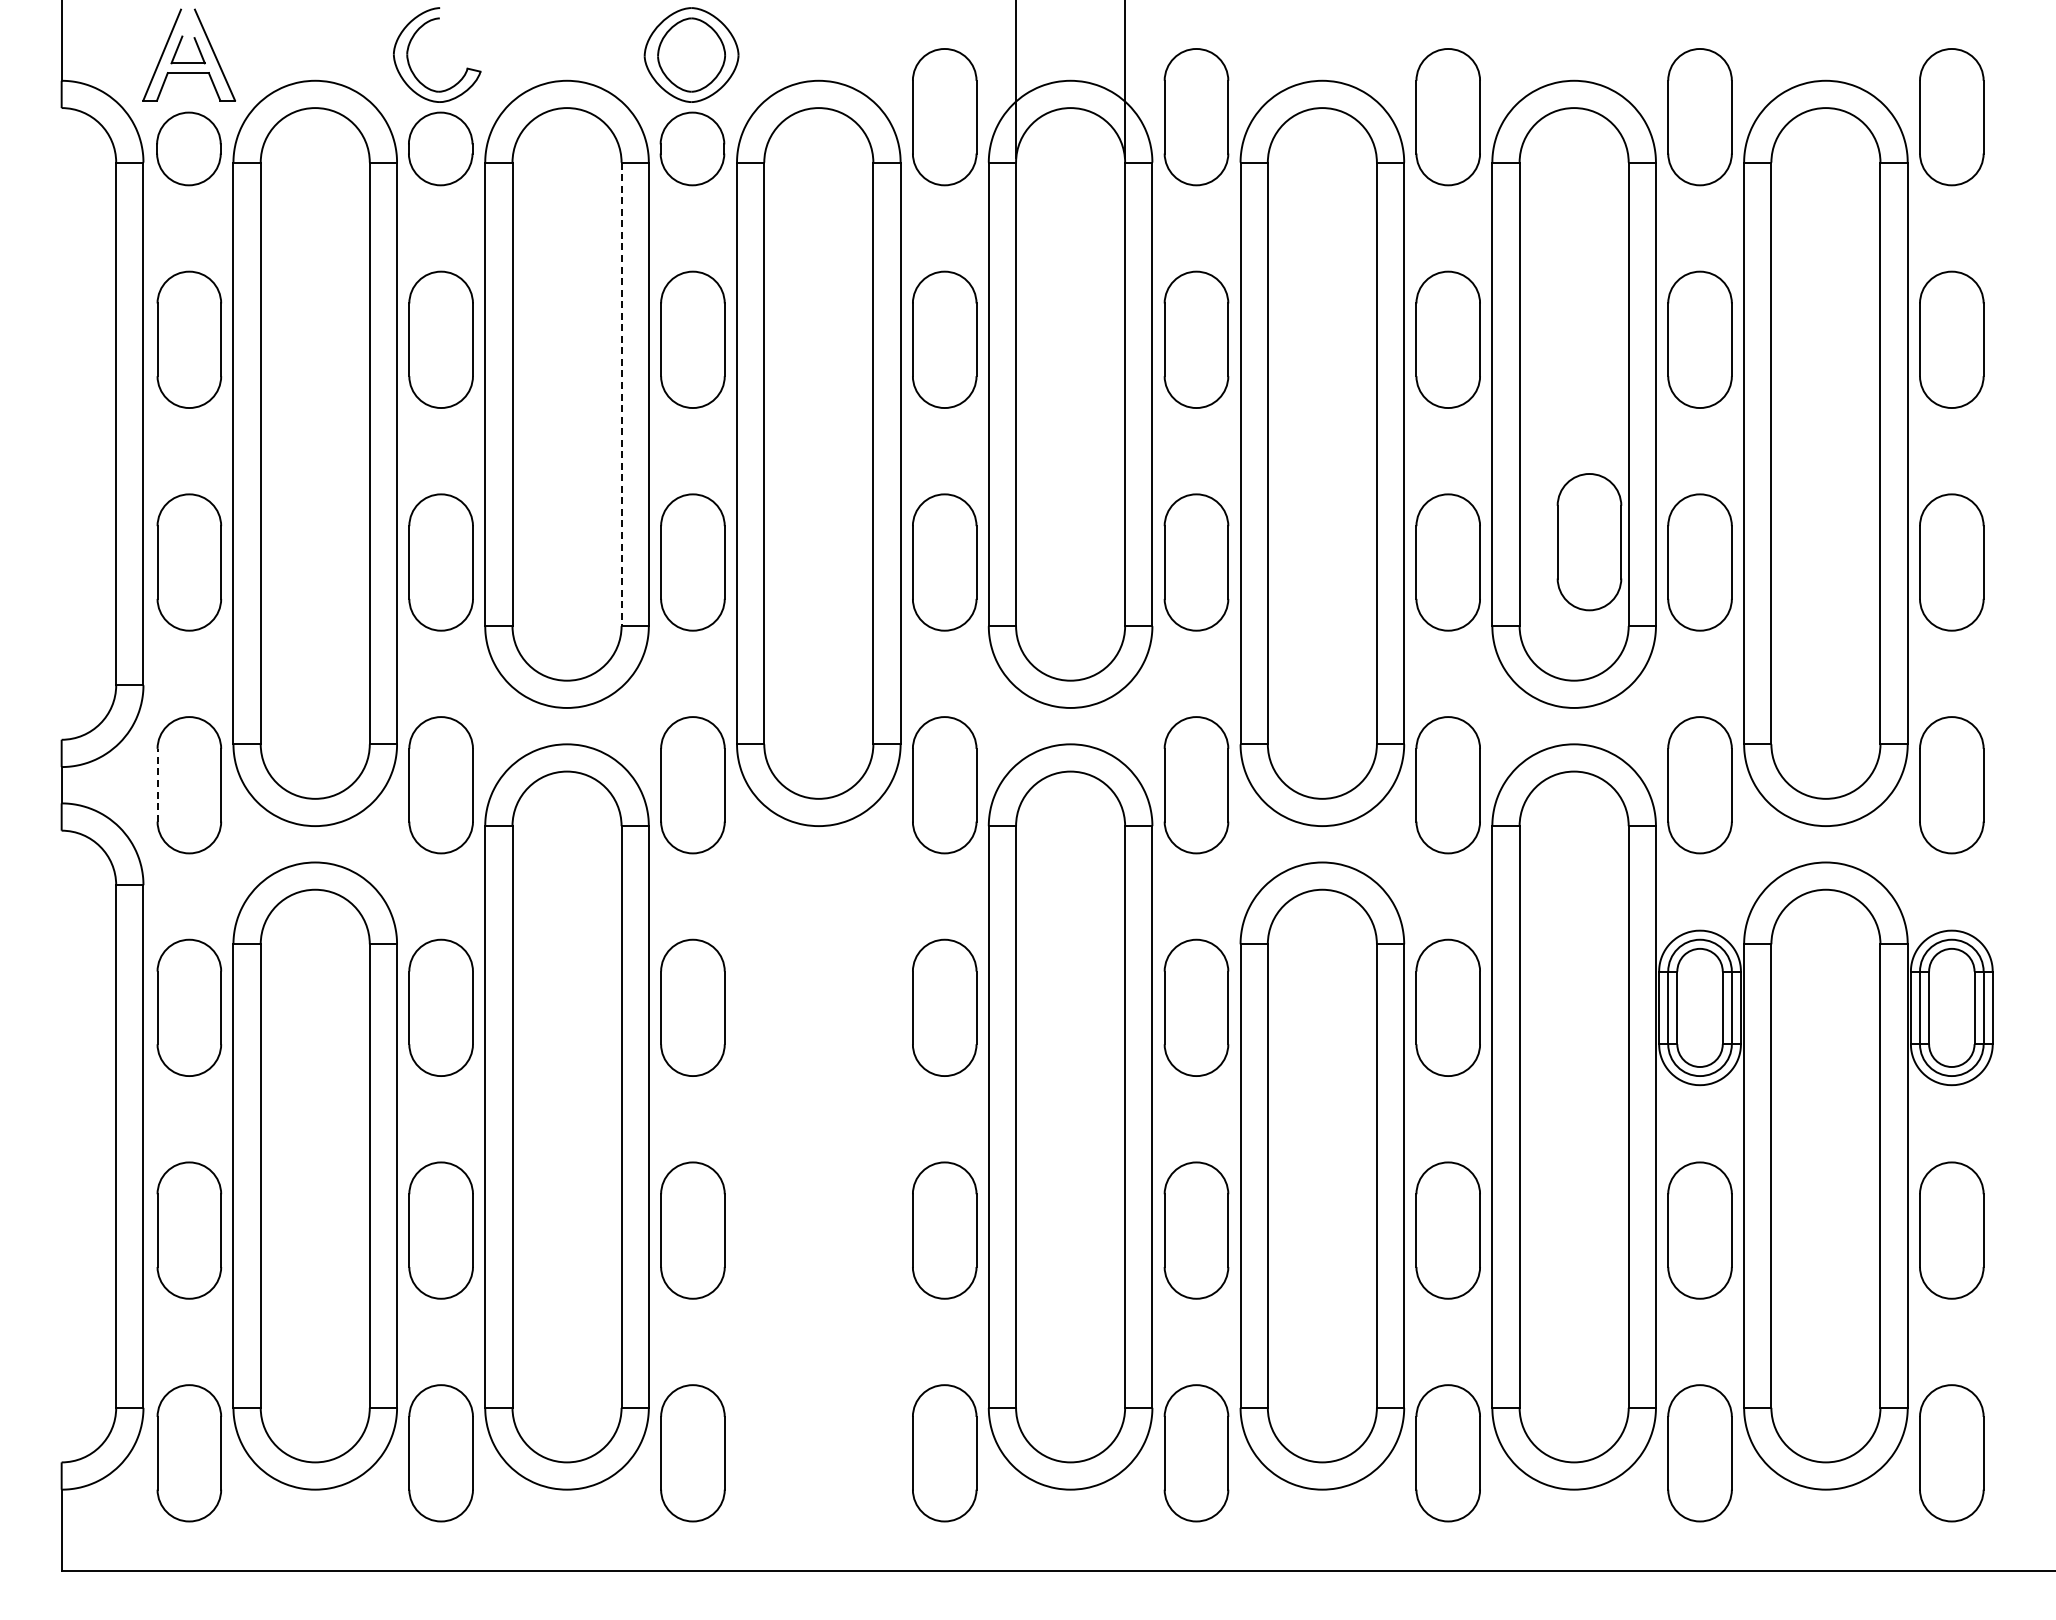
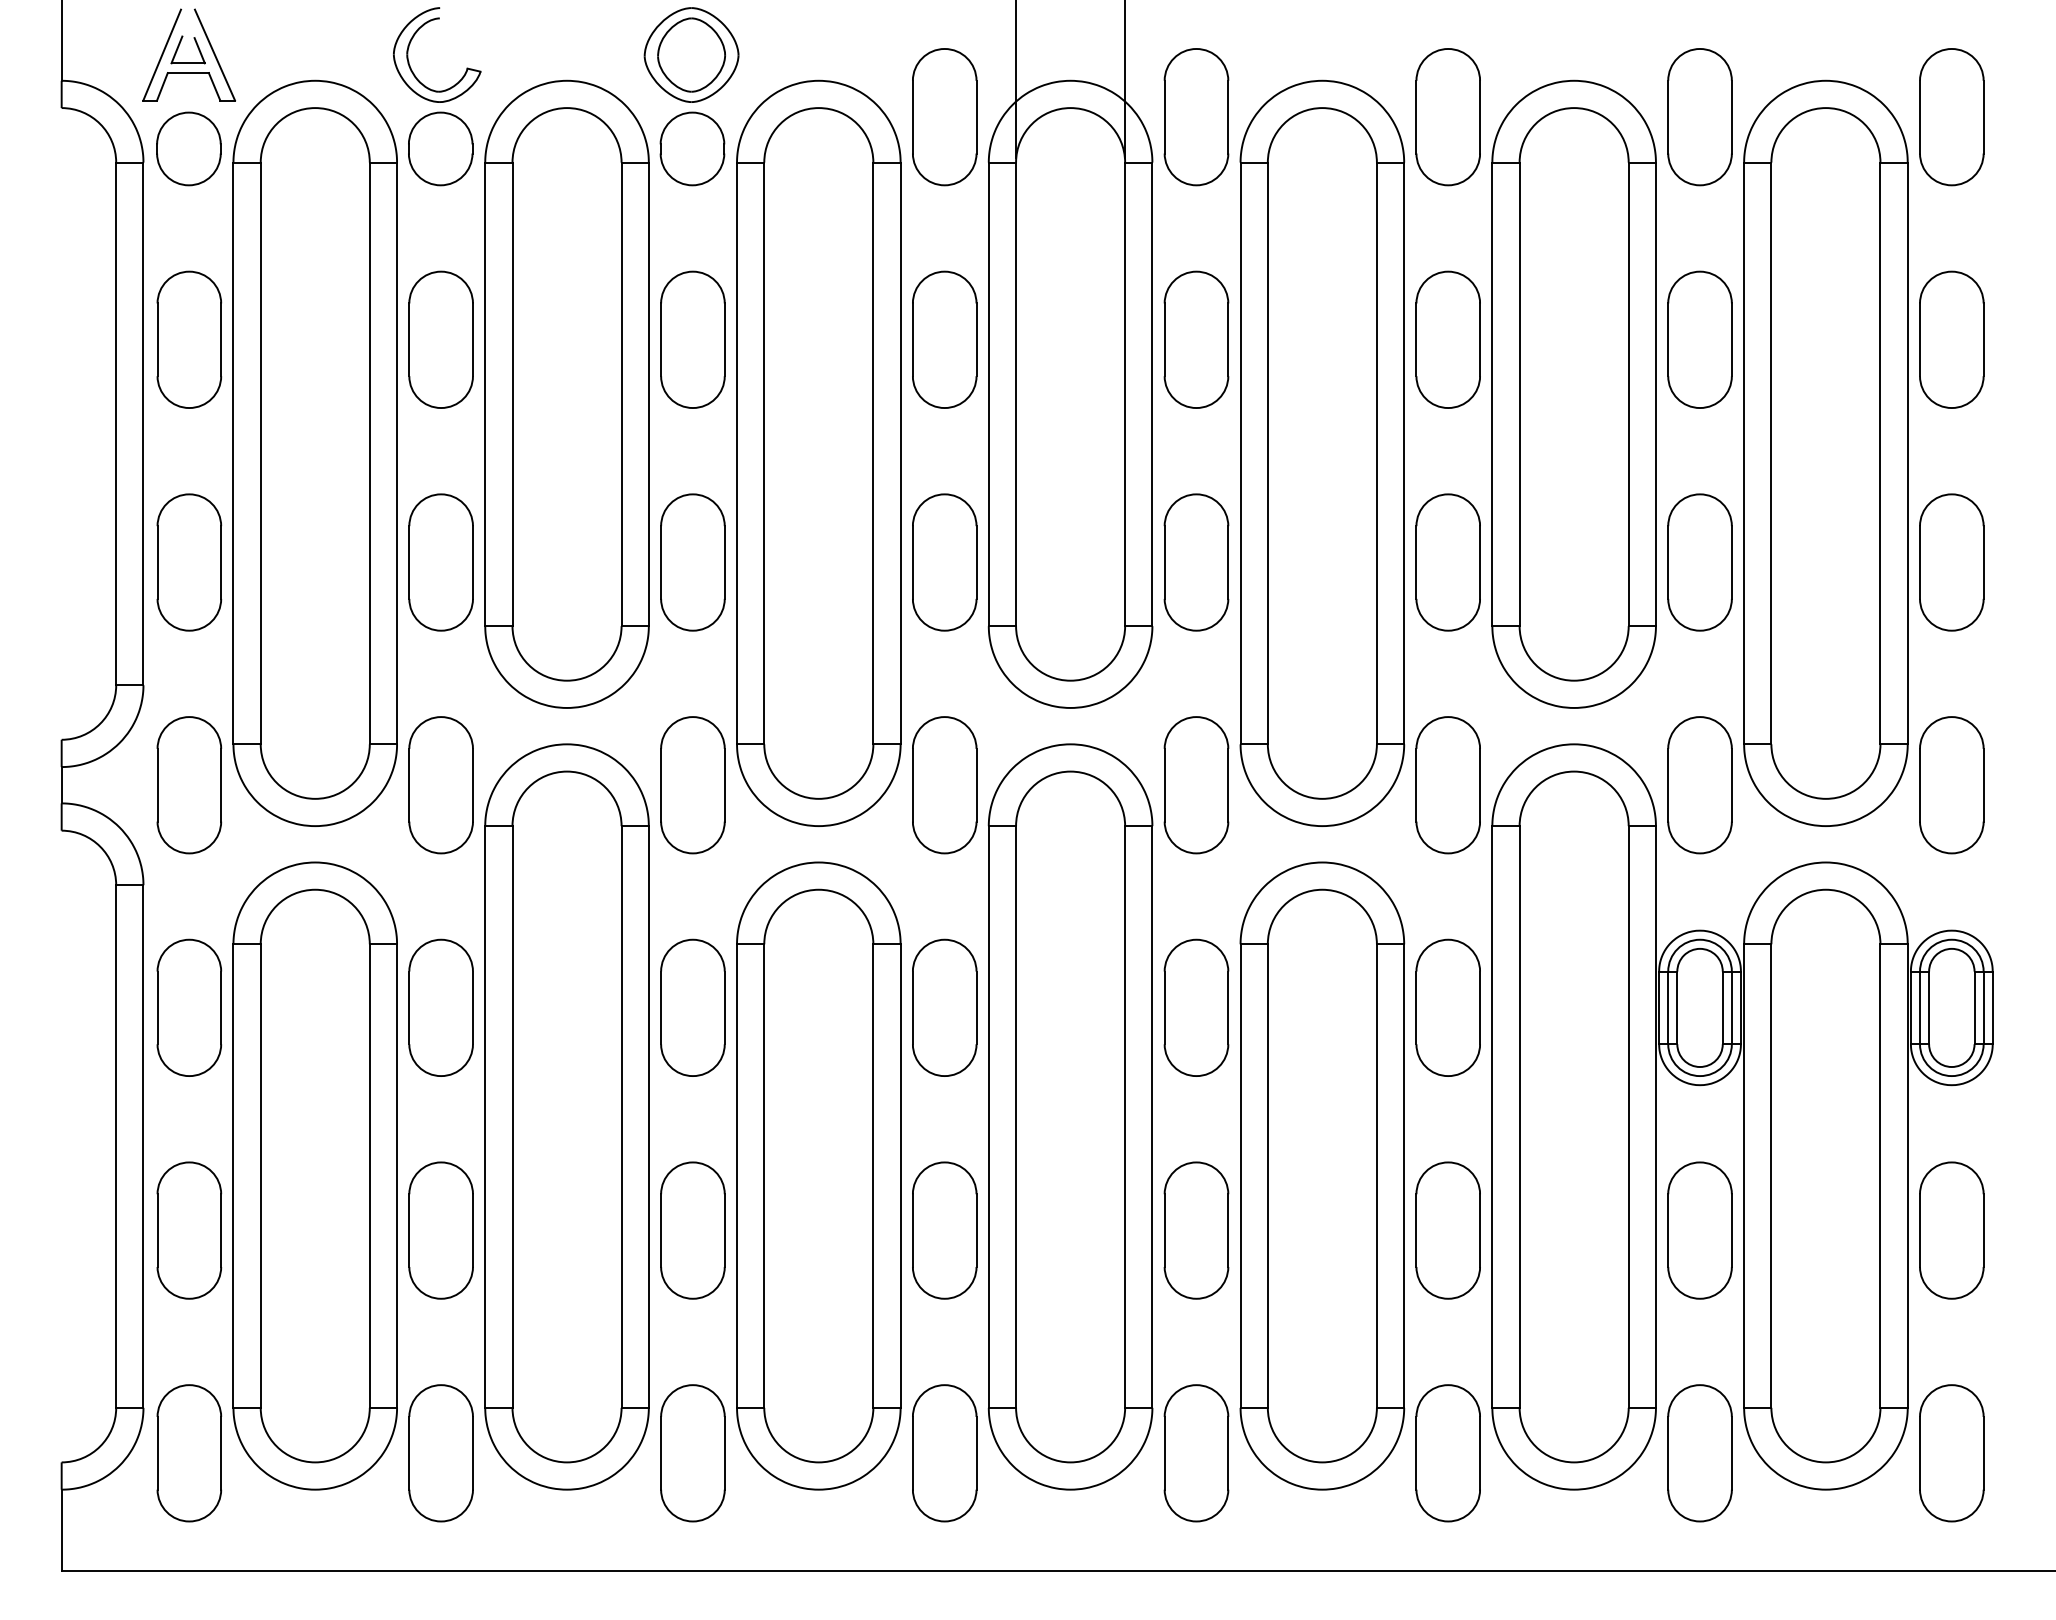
line at (621, 394): dashed -> solid
part at (1589, 542): present -> none
line at (157, 784): dashed -> solid
part at (818, 1175): none -> present
